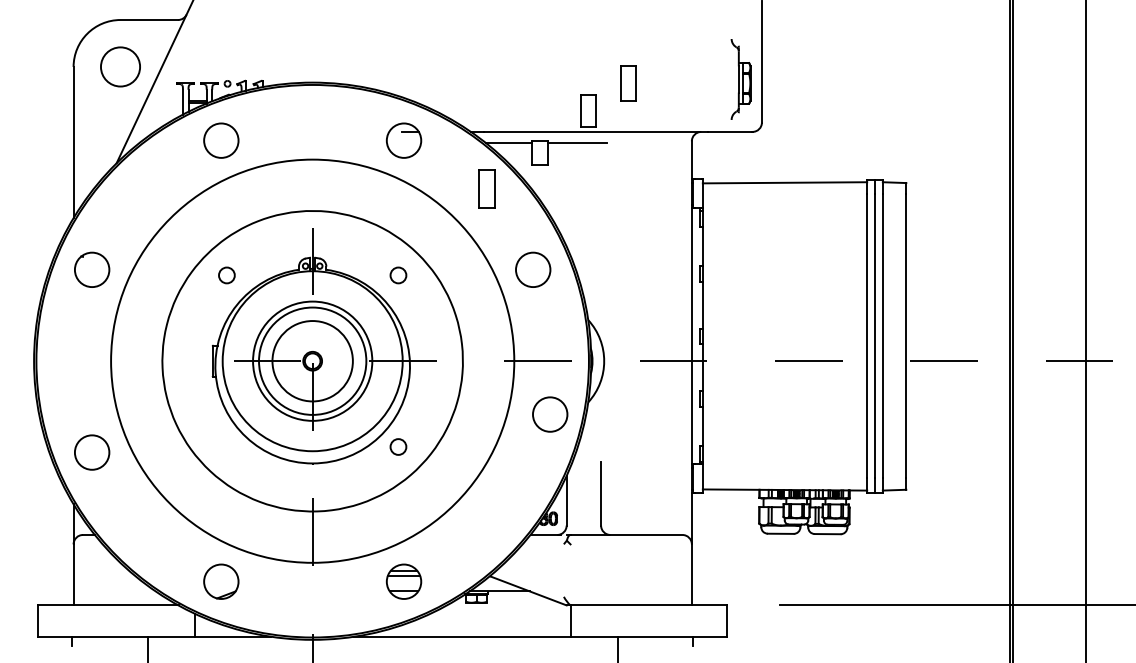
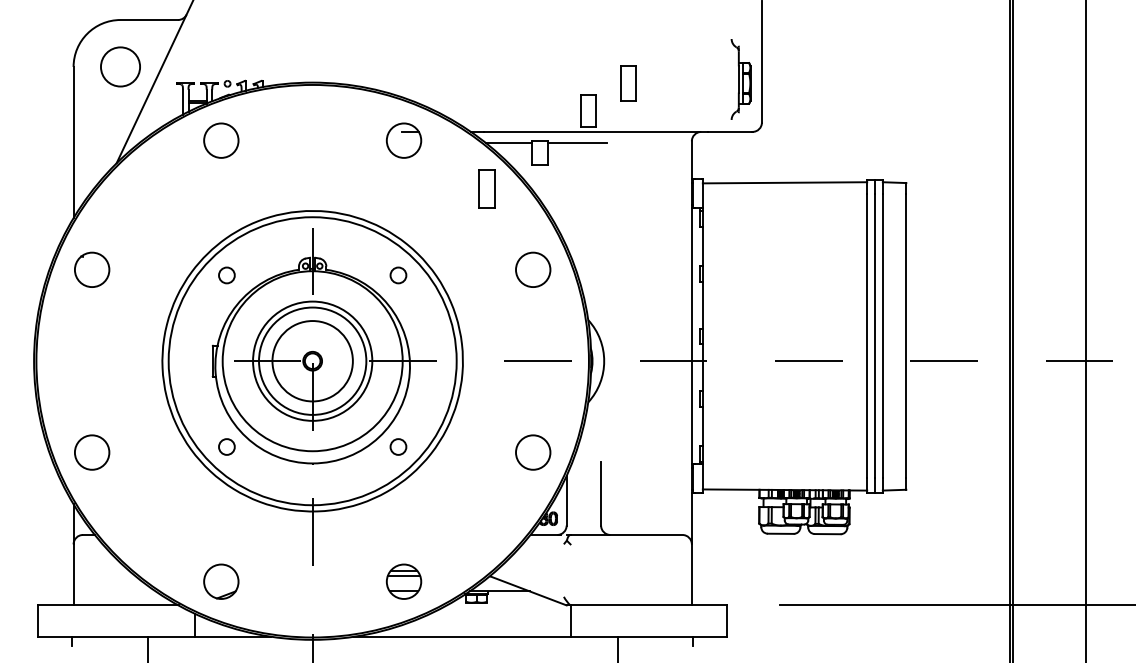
circle at (312, 360) diameter: 403 px -> 288 px
circle at (550, 414) position: (550, 414) -> (533, 452)
circle at (226, 446): none -> present
